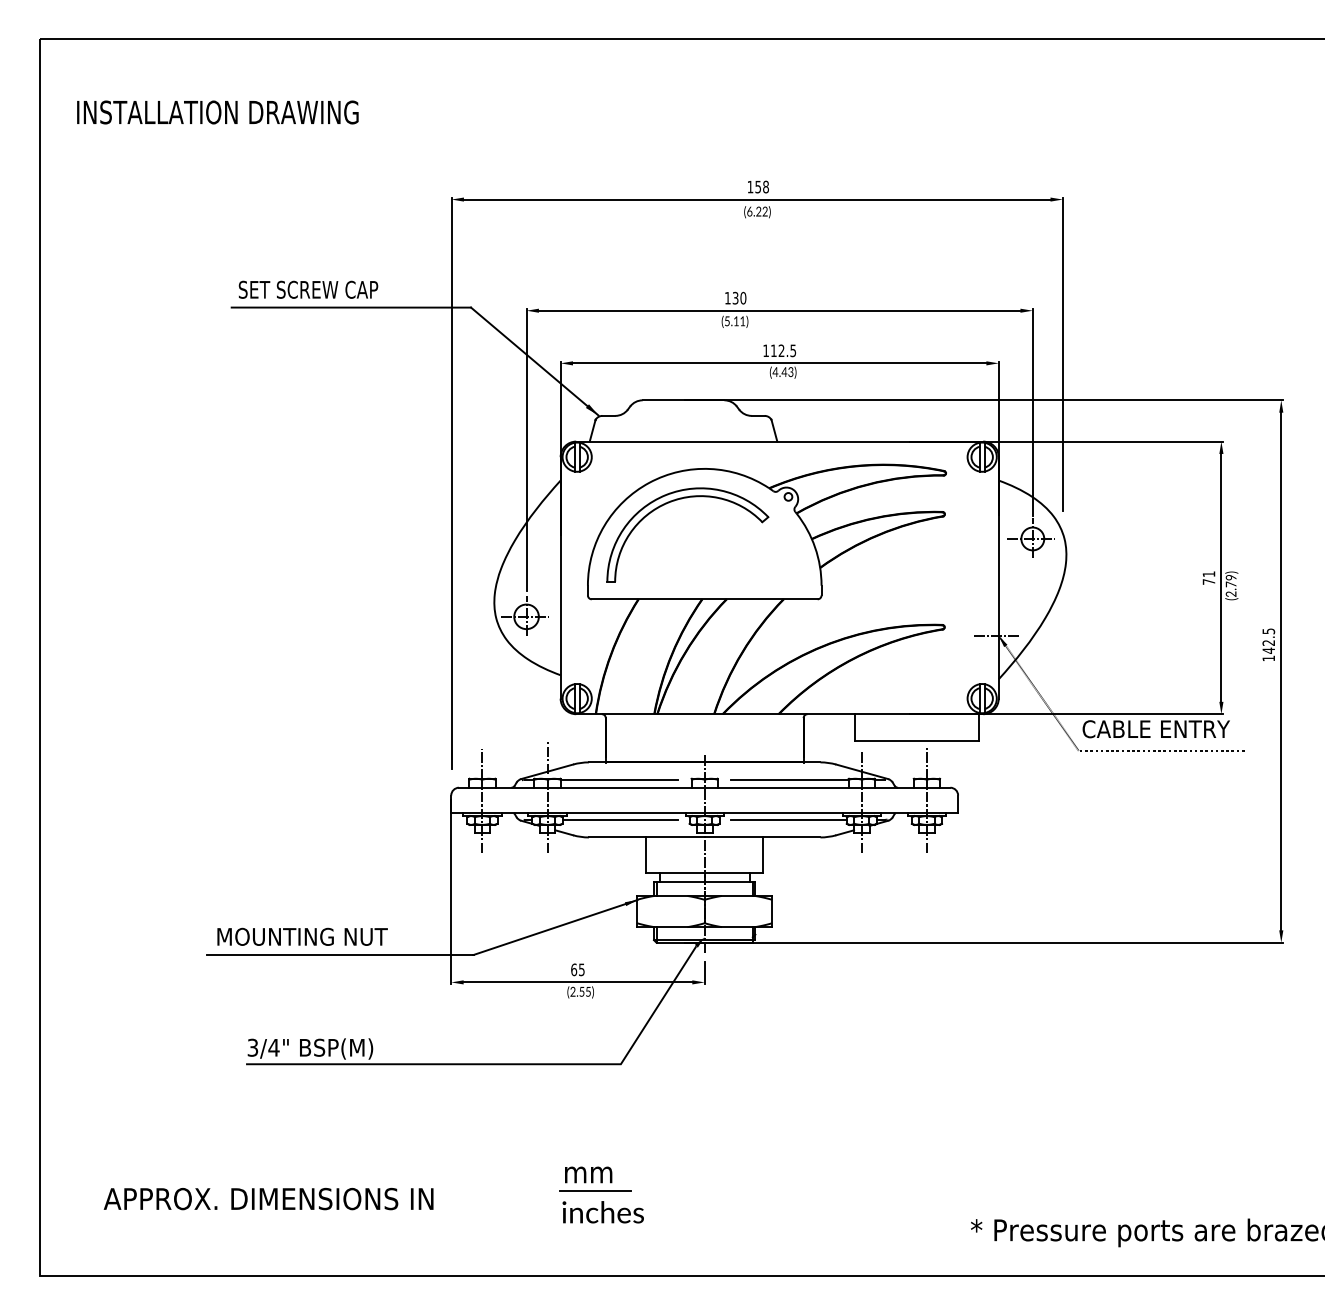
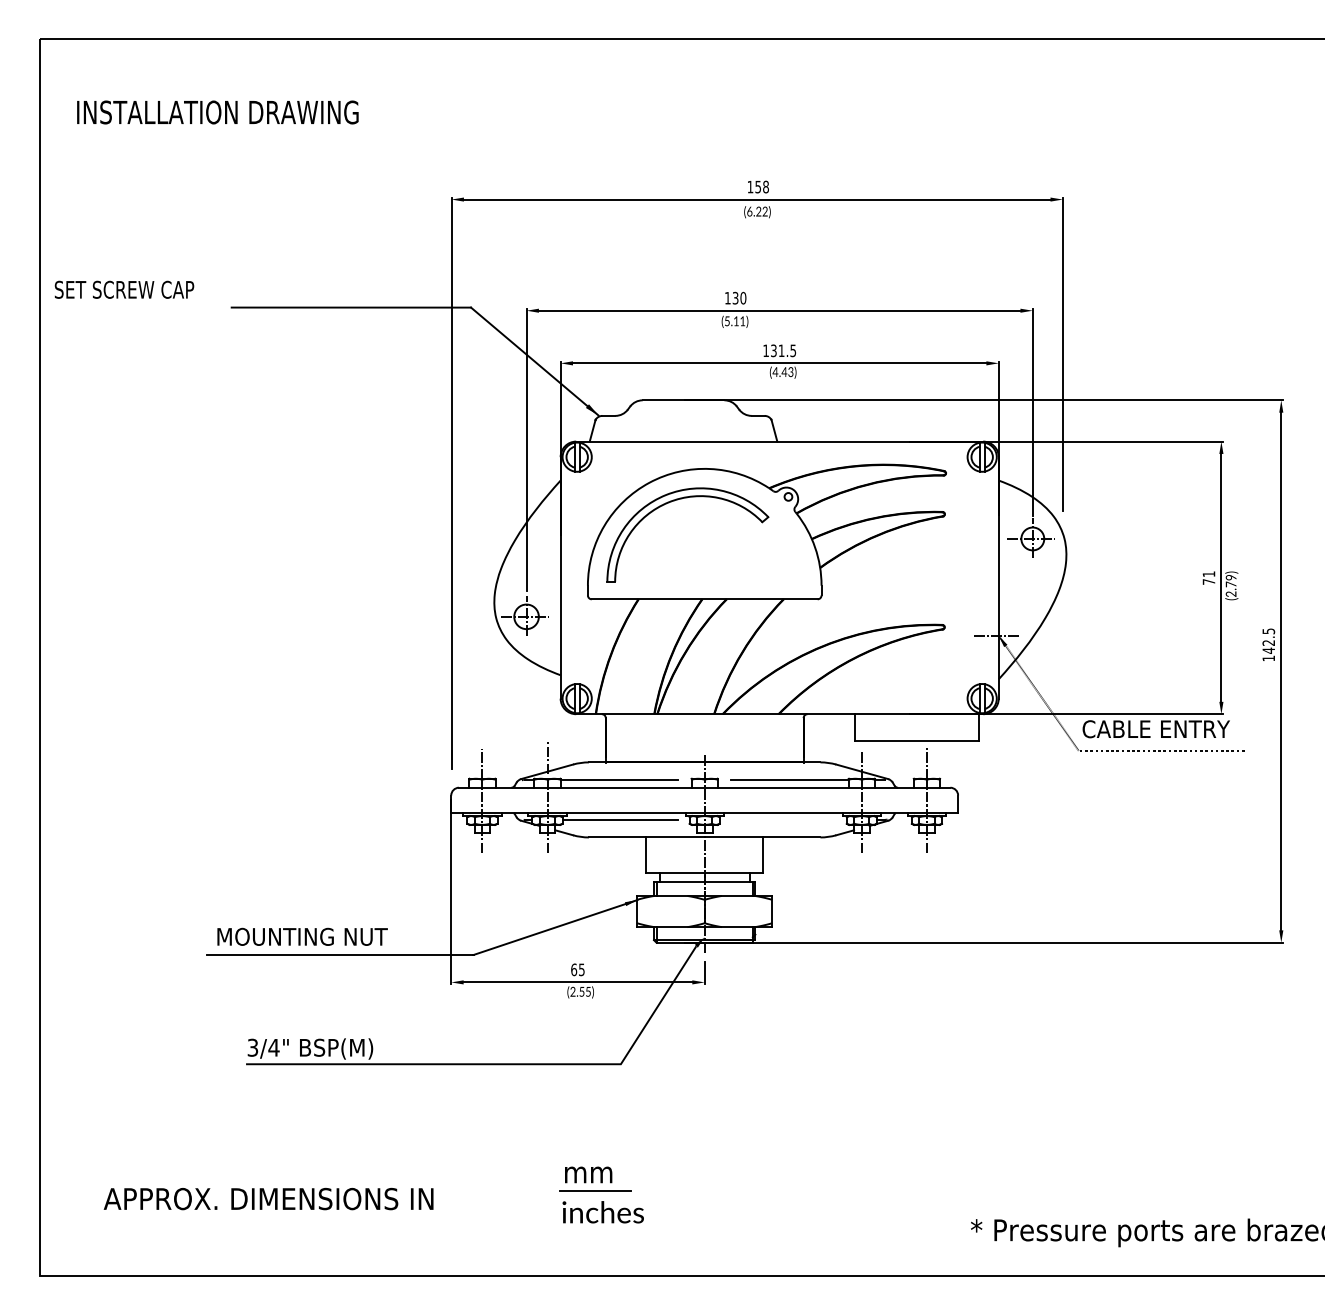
text at (308, 289) position: (308, 289) -> (124, 289)
text at (777, 350): 112.5 -> 131.5
line at (788, 819): present -> none
